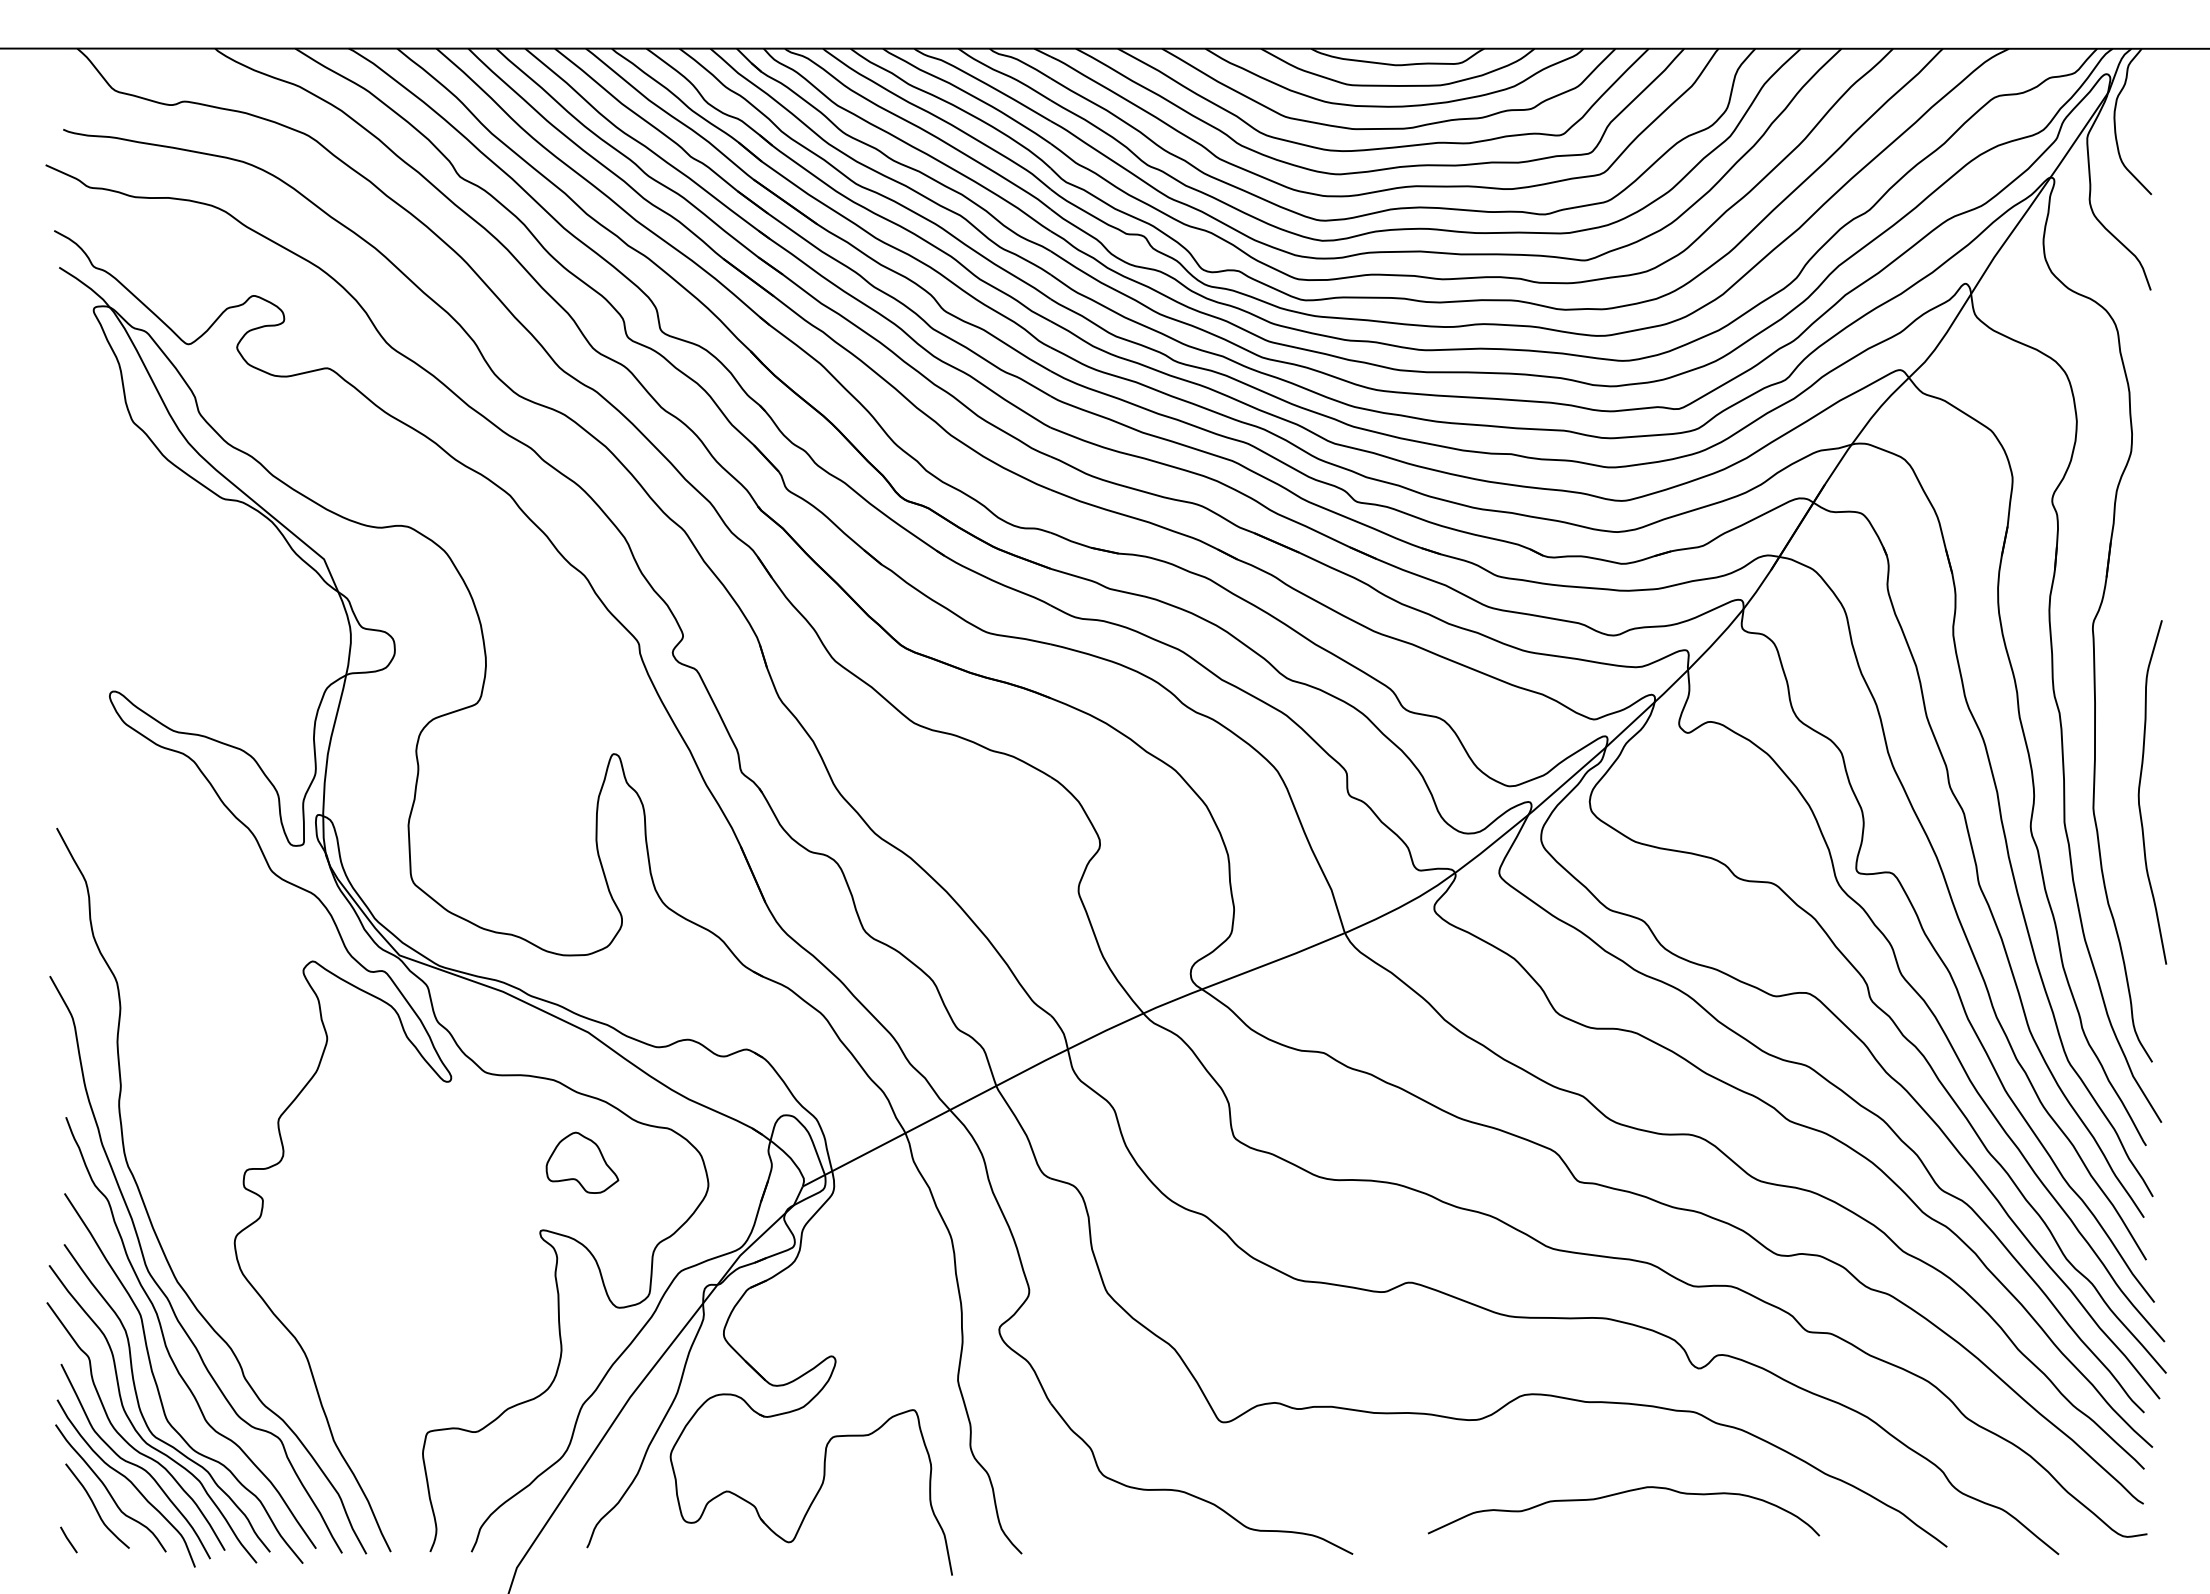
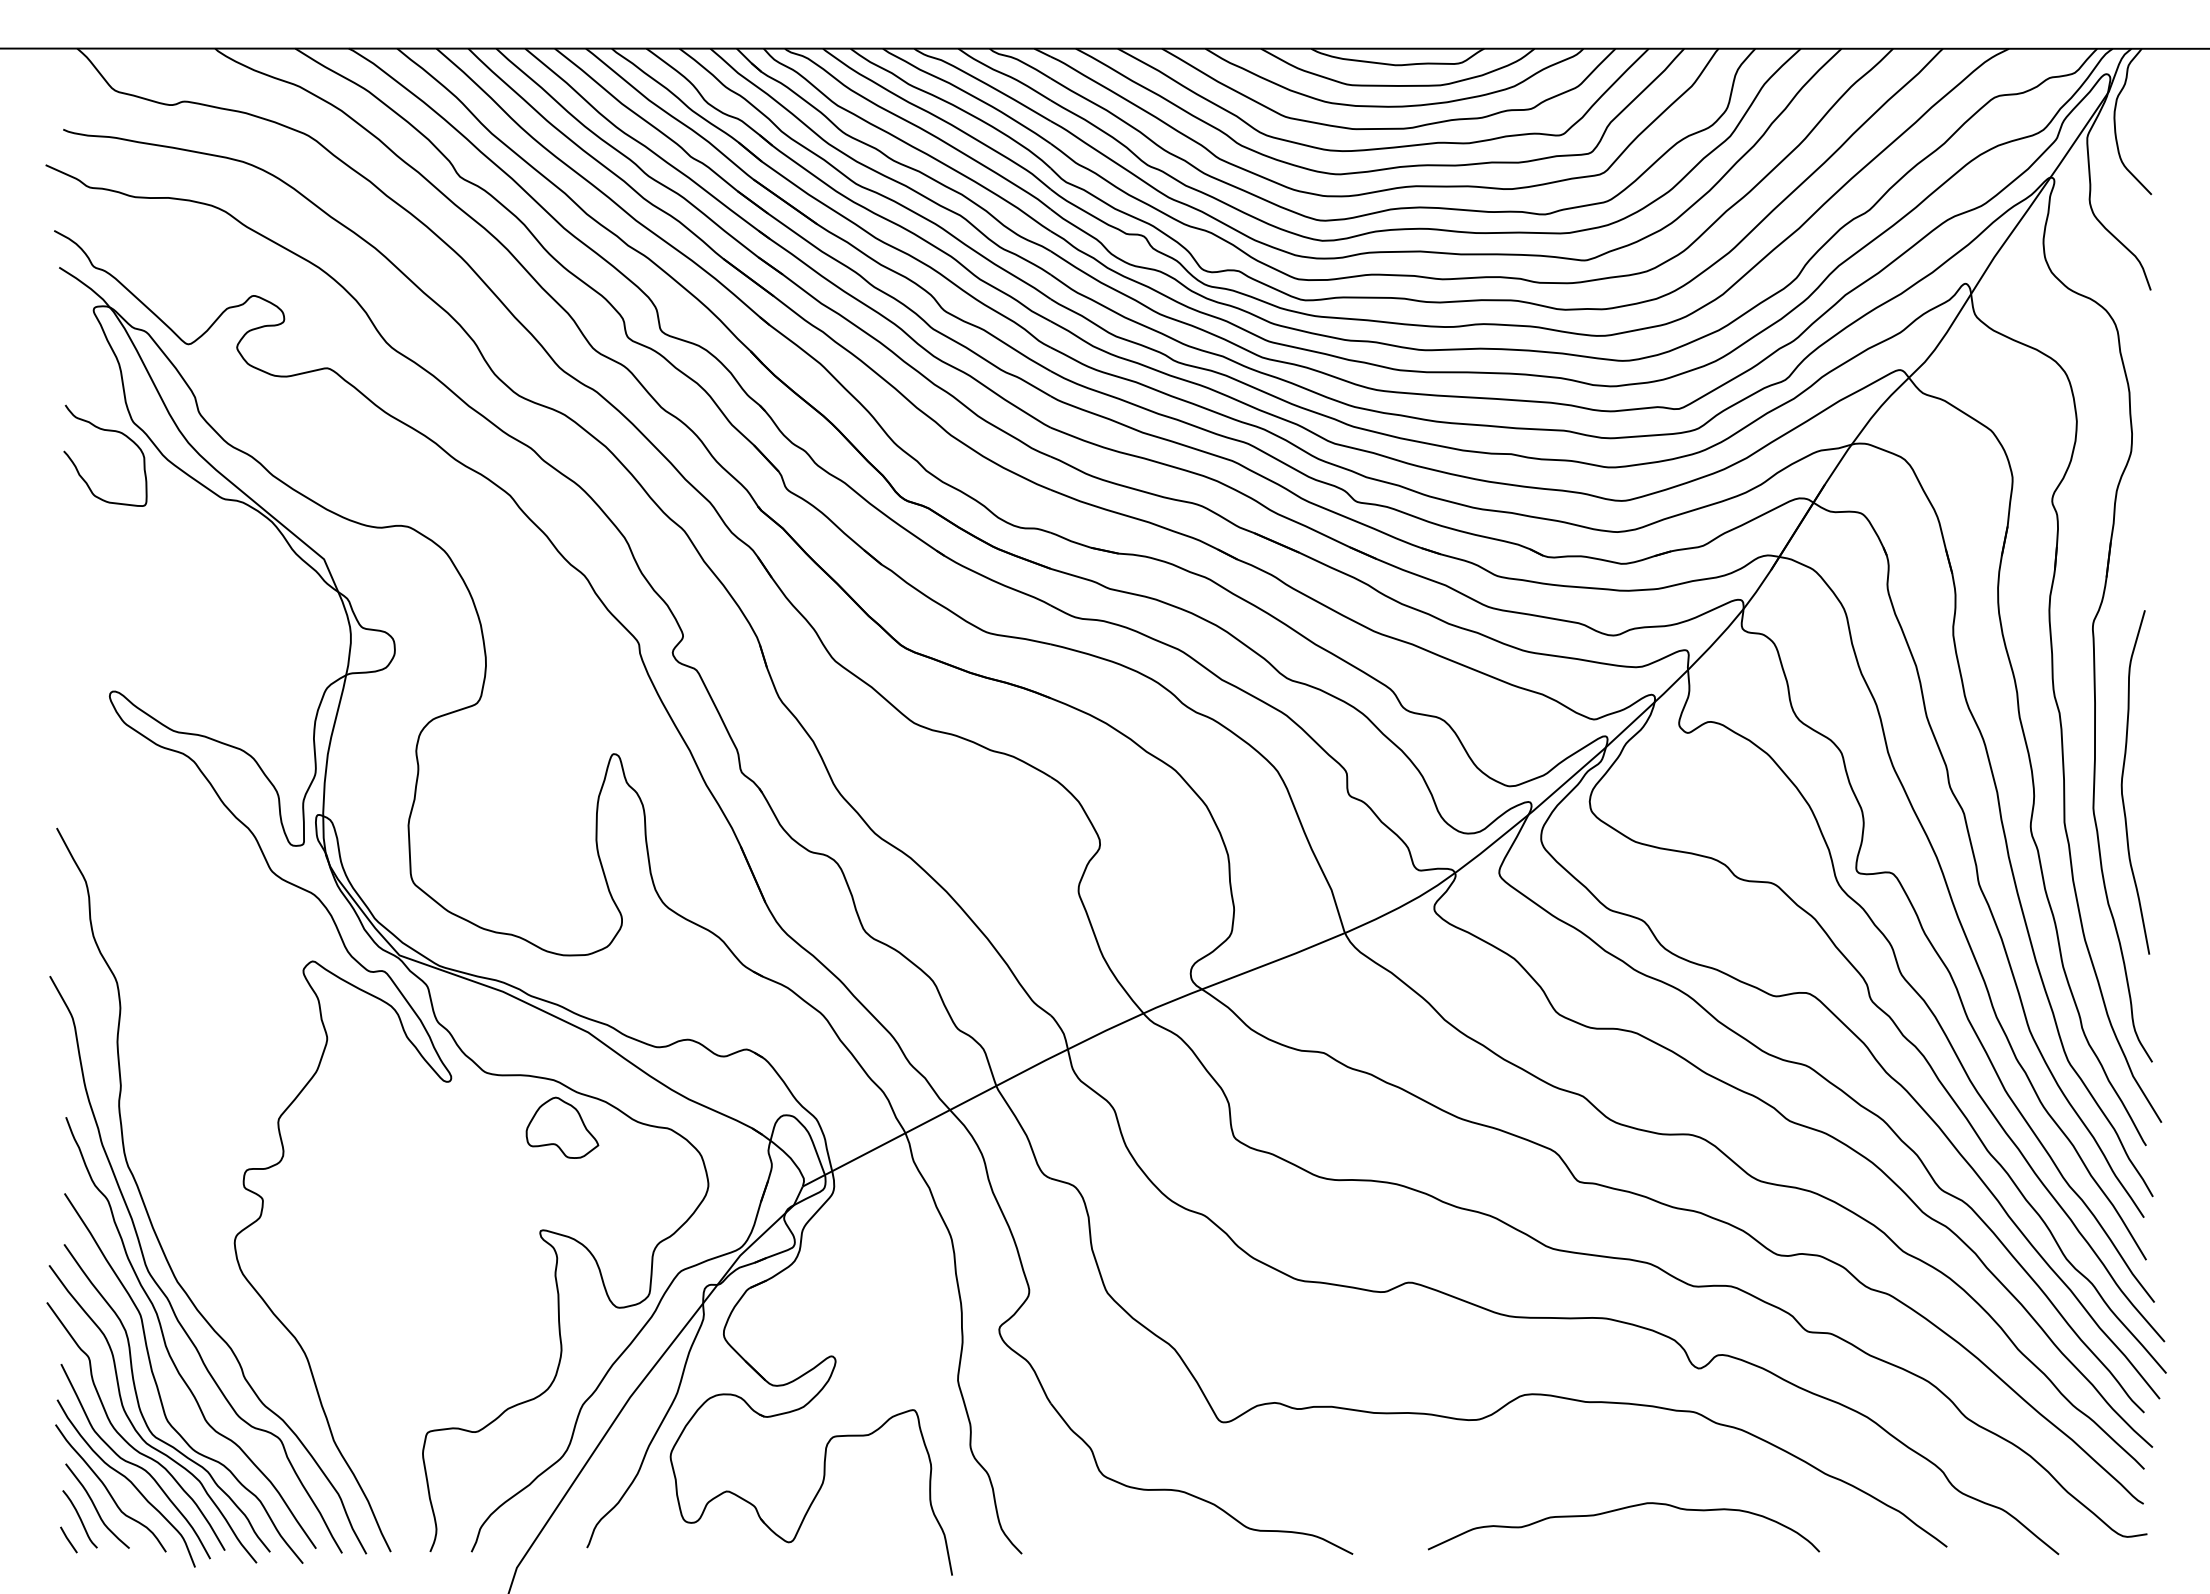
curve at (107, 431): none -> present
curve at (2140, 787) position: (2140, 787) -> (2123, 777)
part at (582, 1162) position: (582, 1162) -> (562, 1127)
curve at (1619, 1494) position: (1619, 1494) -> (1619, 1510)
curve at (79, 1519): none -> present
